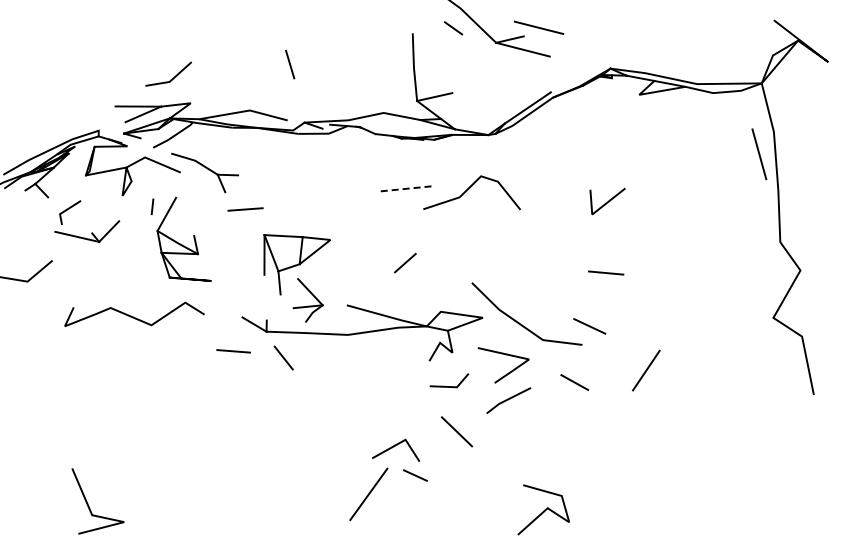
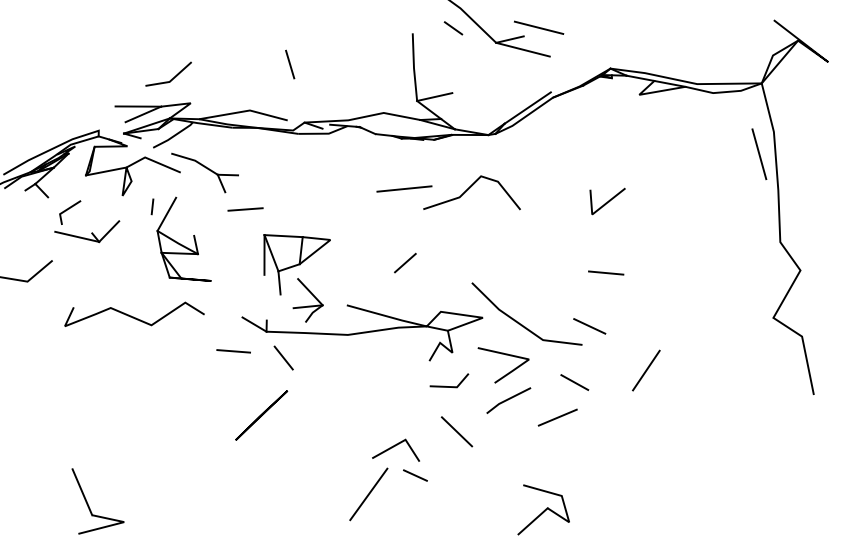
line at (403, 189): dashed -> solid
line at (261, 415): none -> present
line at (557, 417): none -> present
